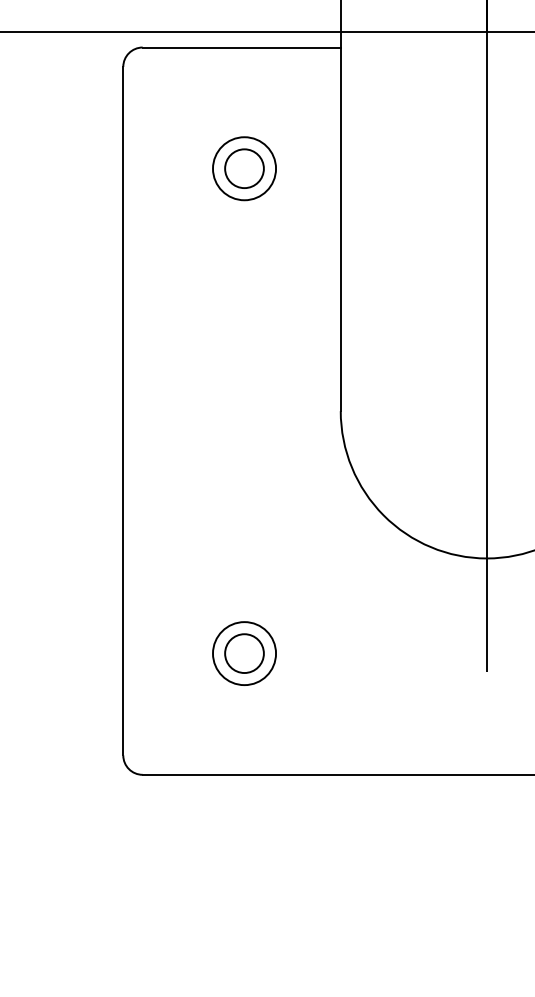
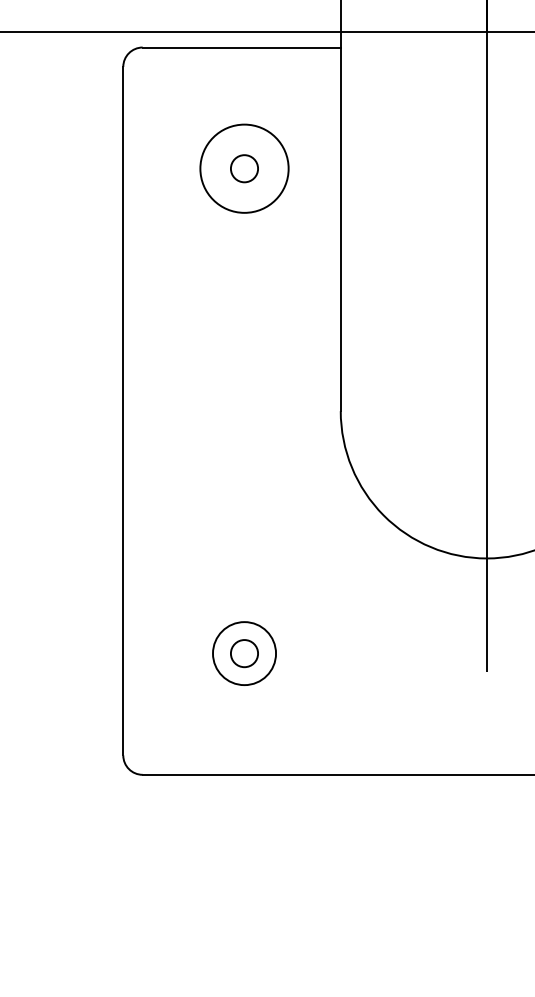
circle at (244, 168) diameter: 39 px -> 27 px
circle at (244, 168) diameter: 63 px -> 88 px
circle at (244, 653) diameter: 39 px -> 27 px
